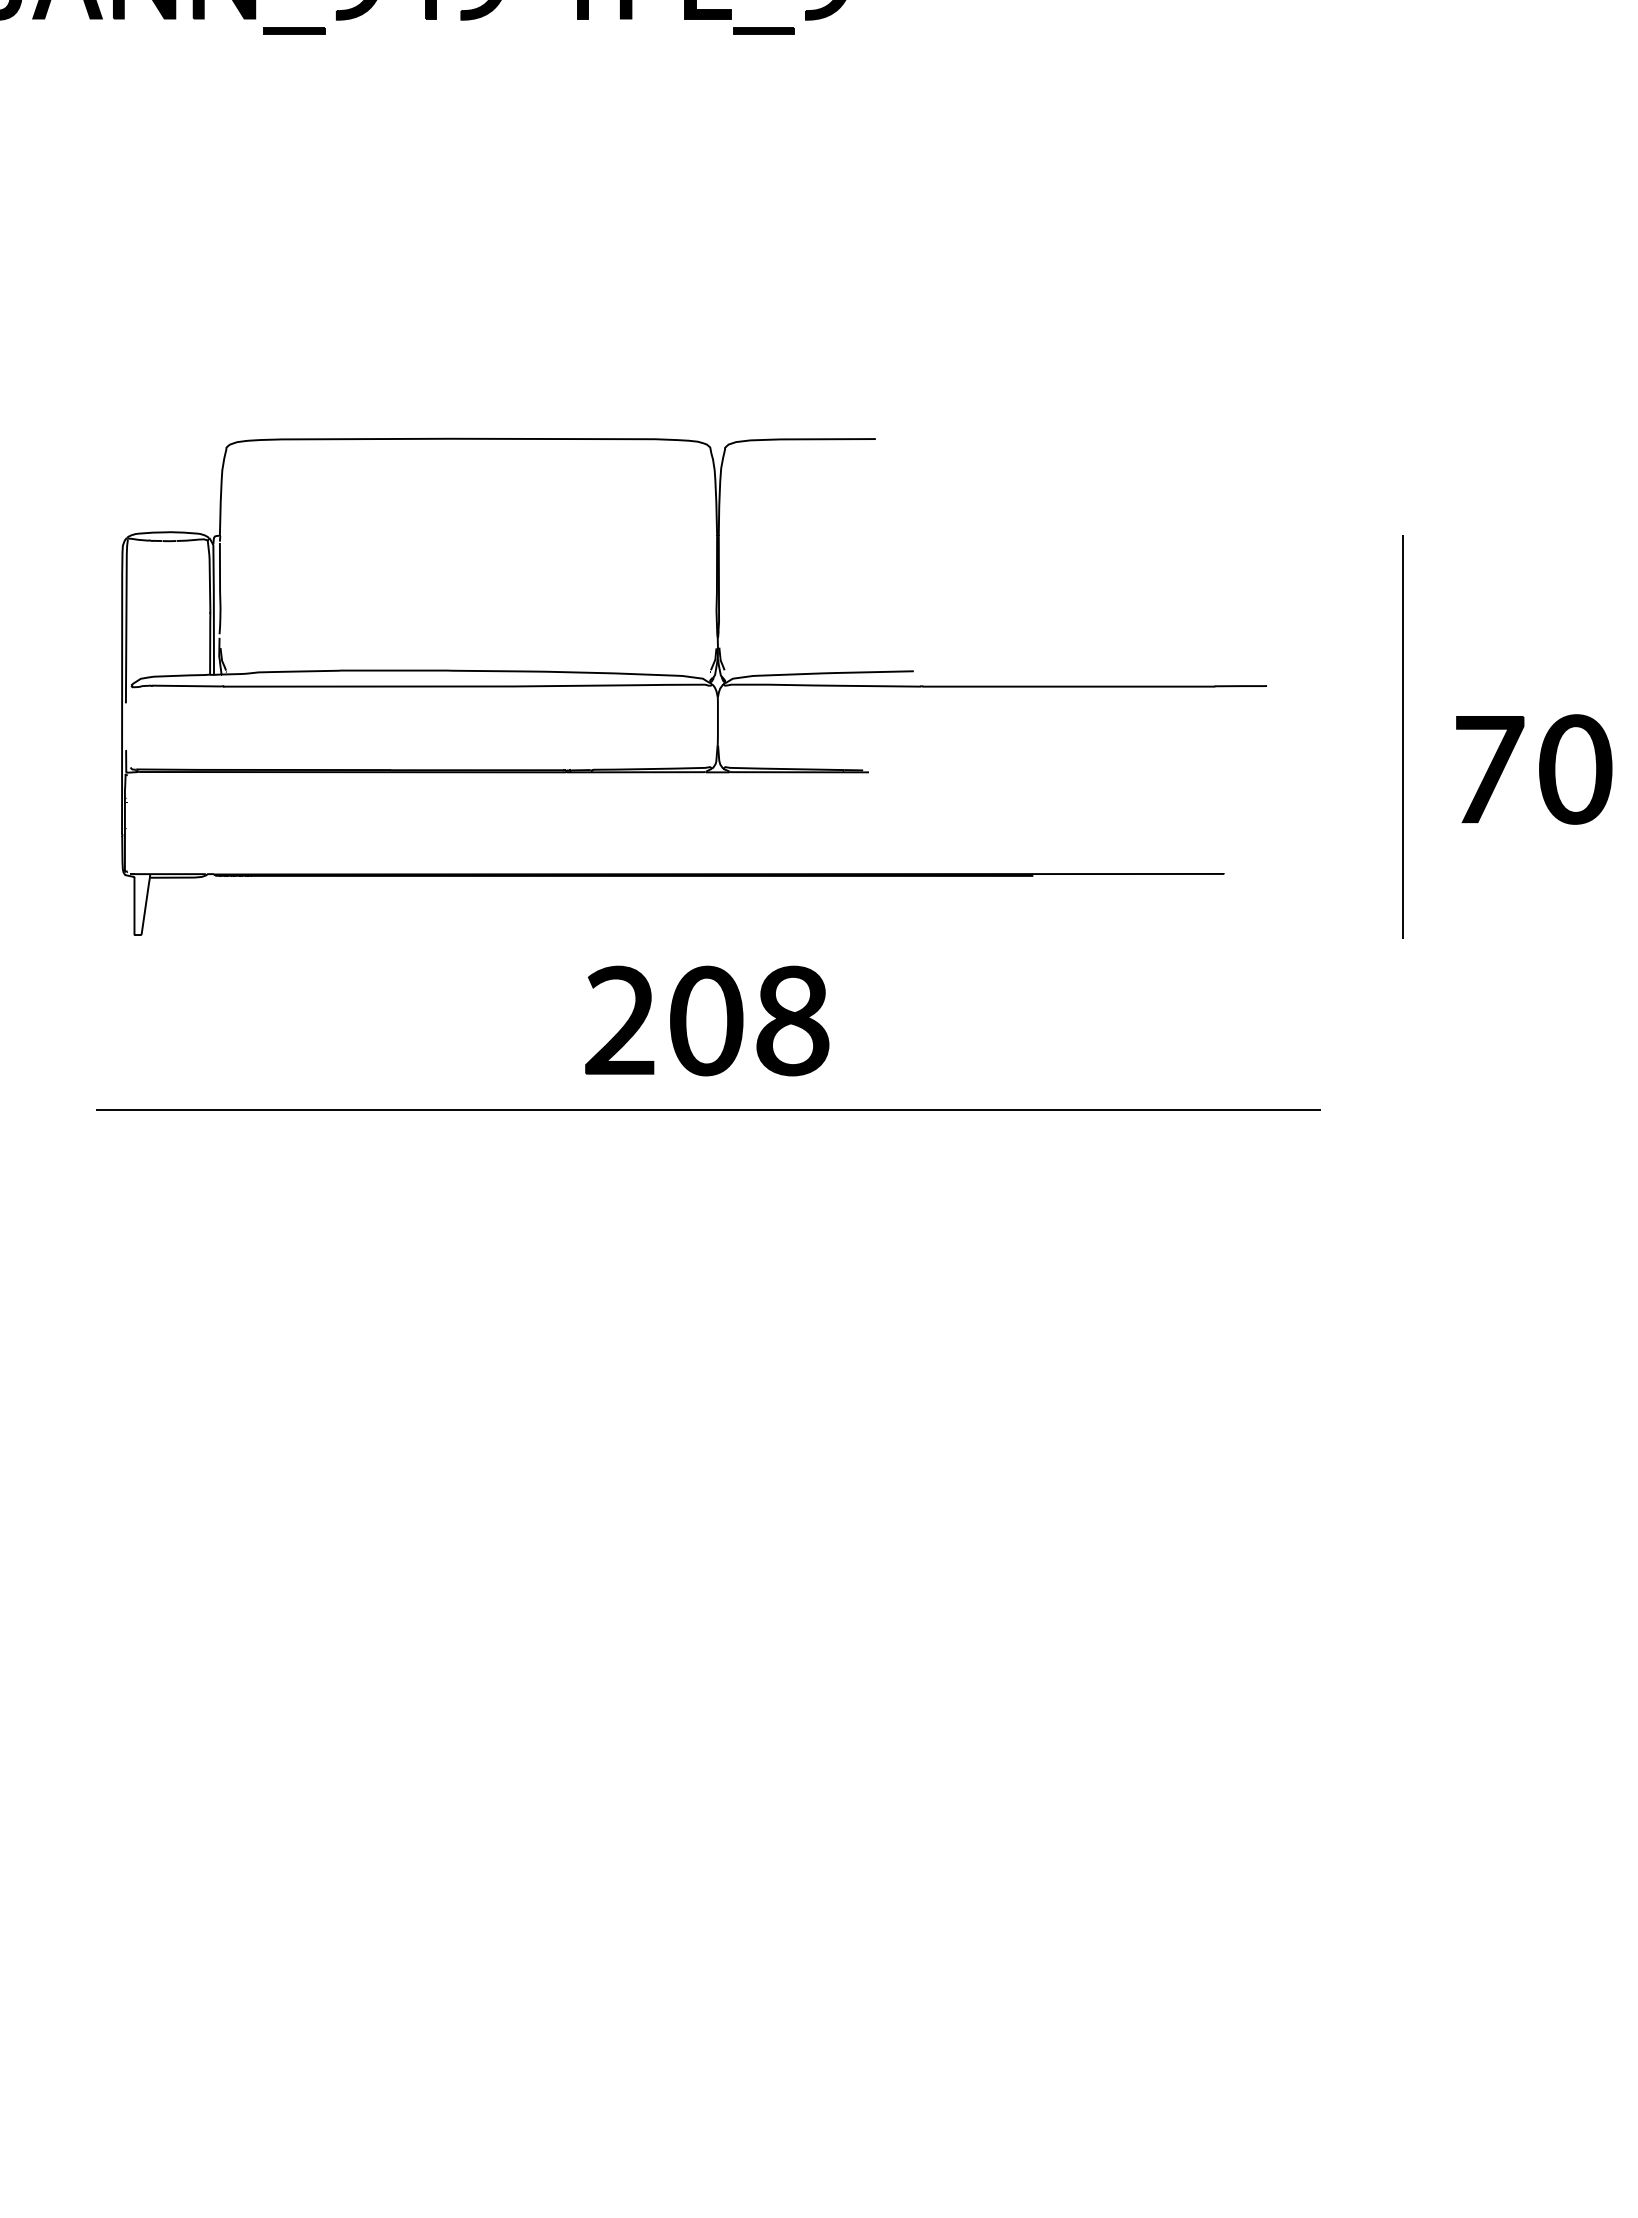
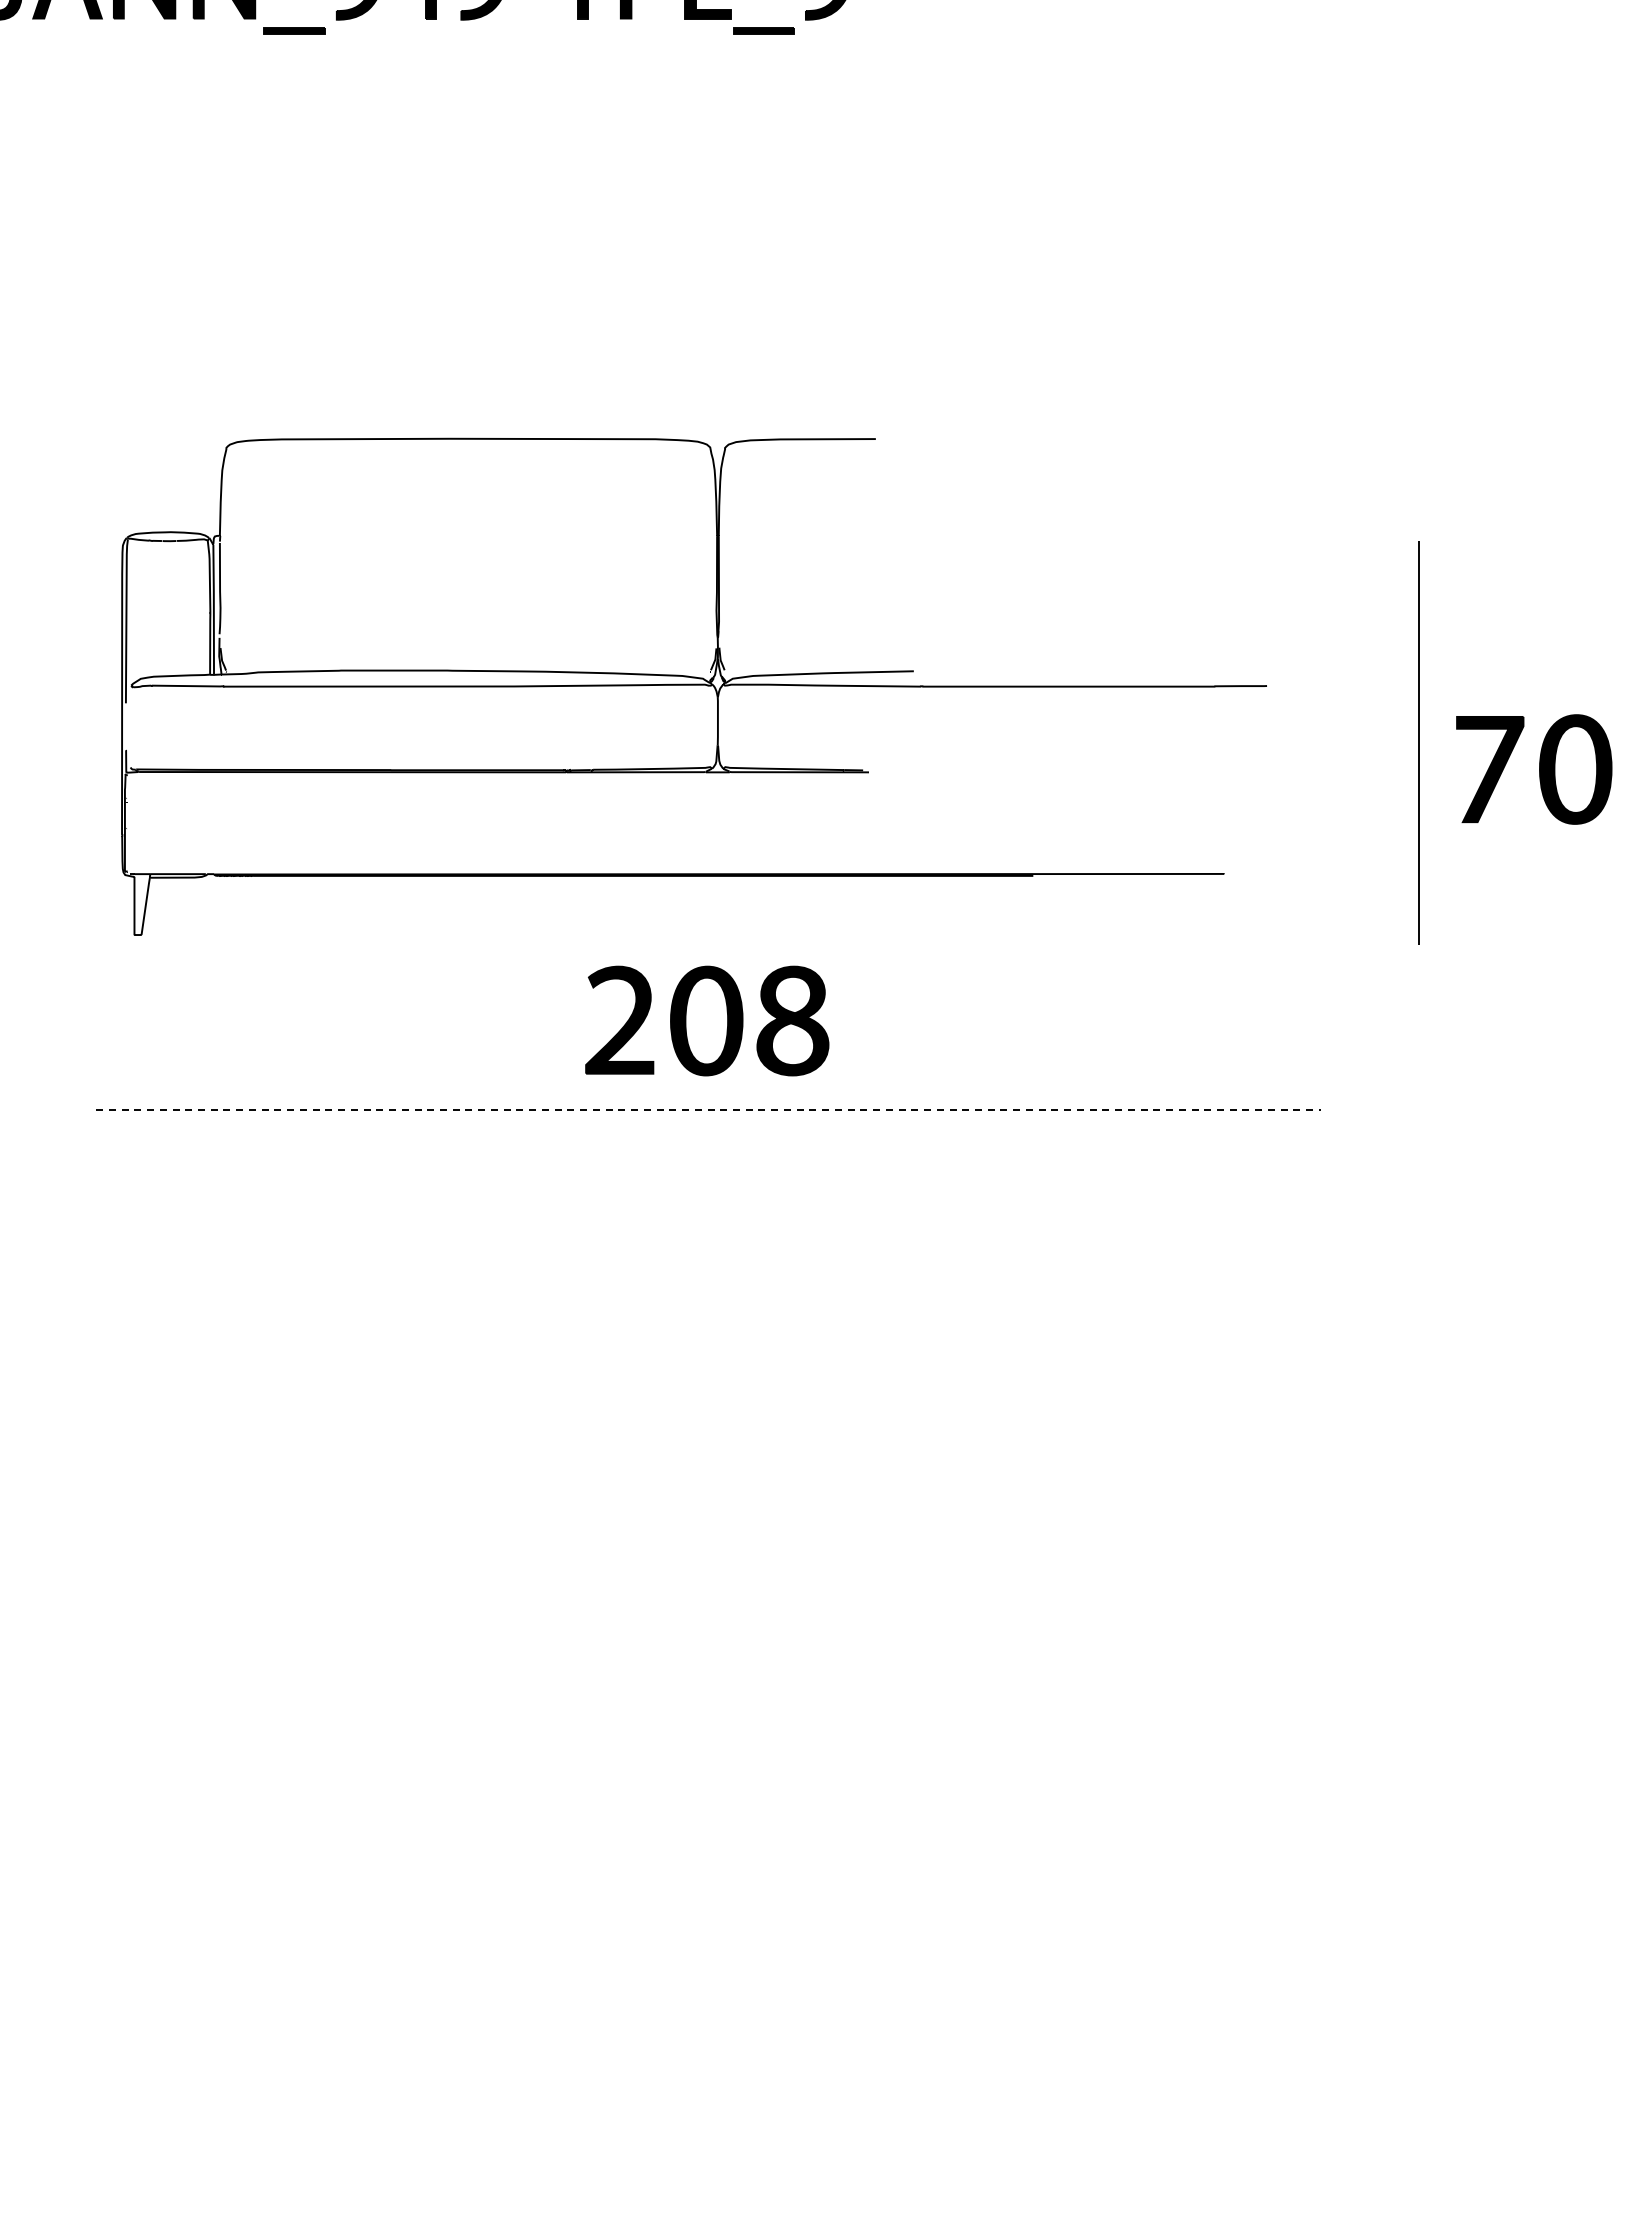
line at (1402, 736) position: (1402, 736) -> (1418, 742)
line at (708, 1109): solid -> dashed
